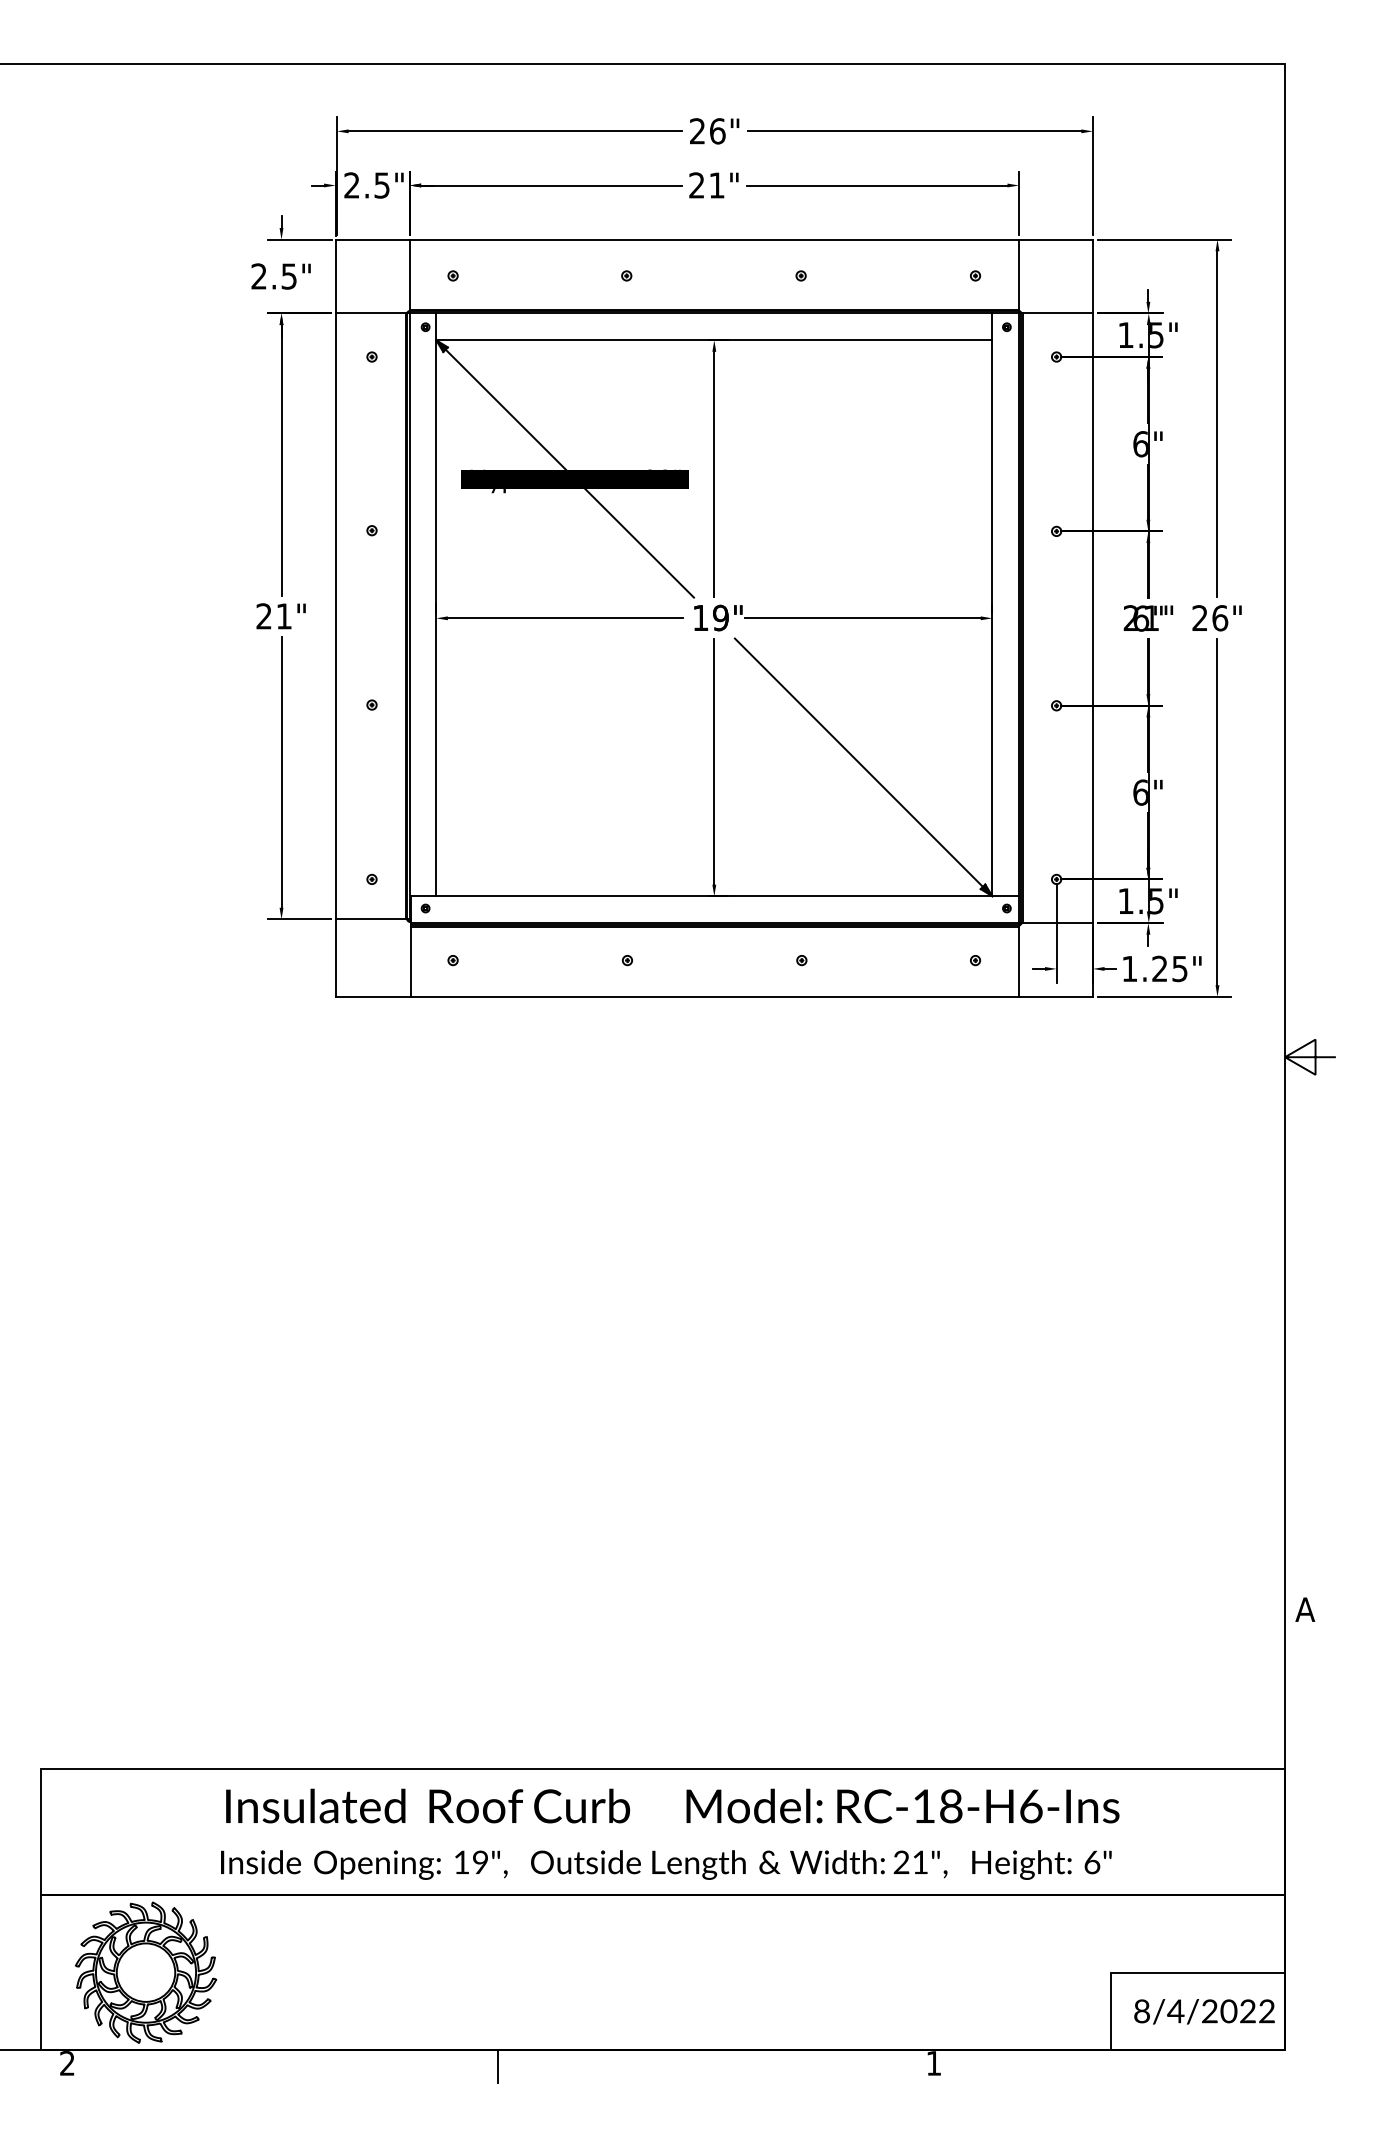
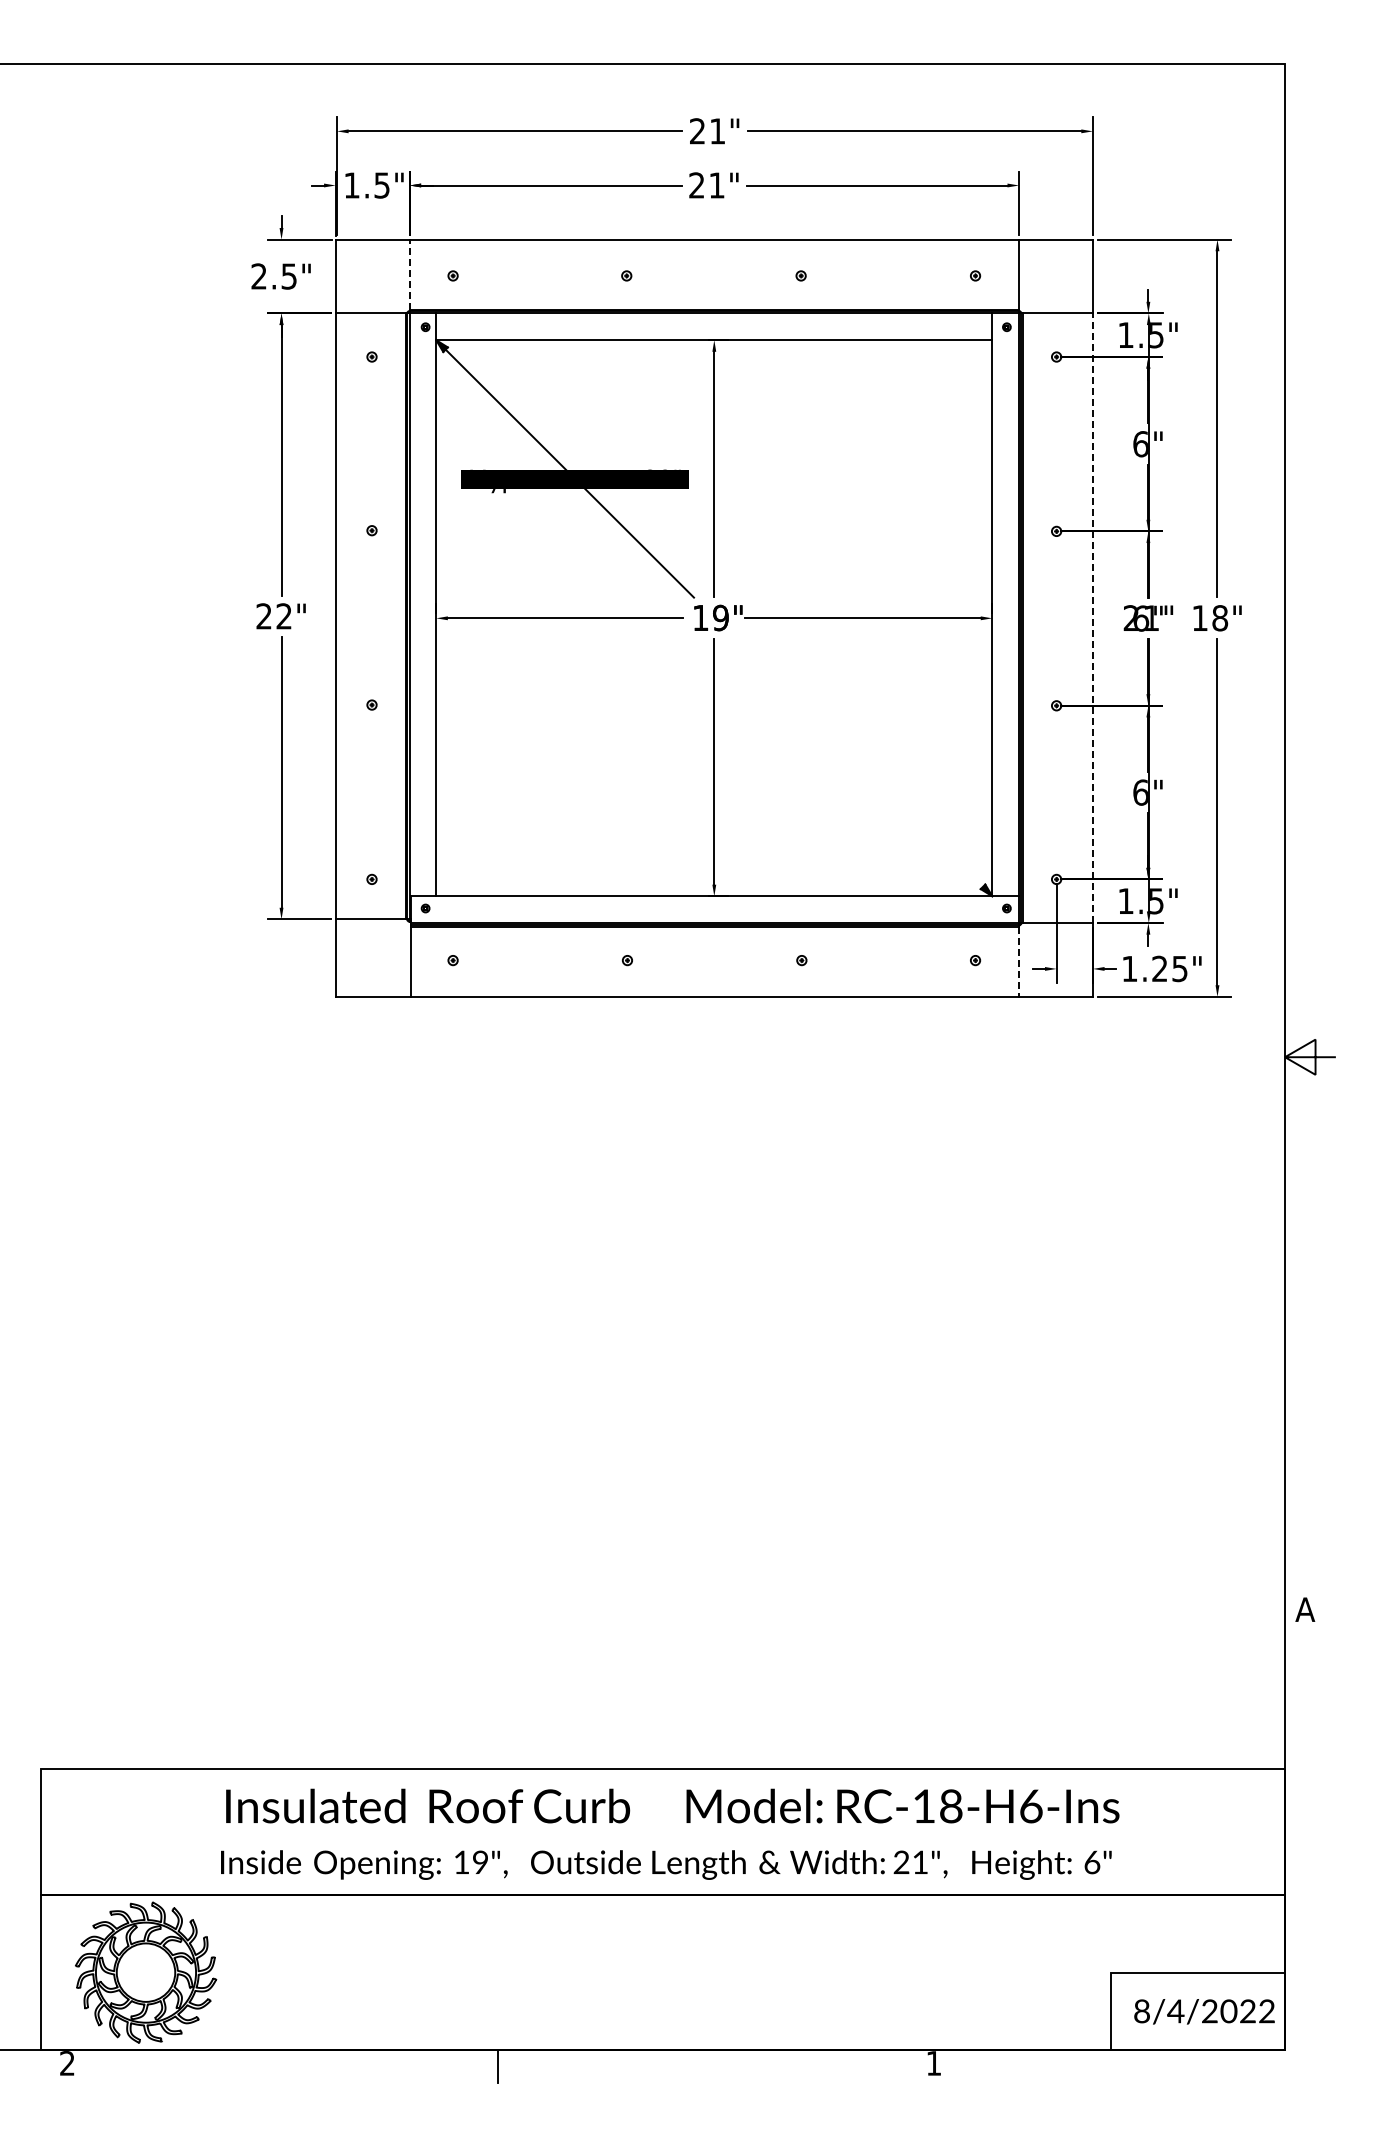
text at (717, 131): 26" -> 21"
text at (351, 185): 2.5" -> 1.5"
line at (409, 274): solid -> dashed
text at (283, 616): 21" -> 22"
line at (1092, 618): solid -> dashed
text at (1210, 618): 26" -> 18"
line at (858, 762): present -> none
line at (1019, 962): solid -> dashed
